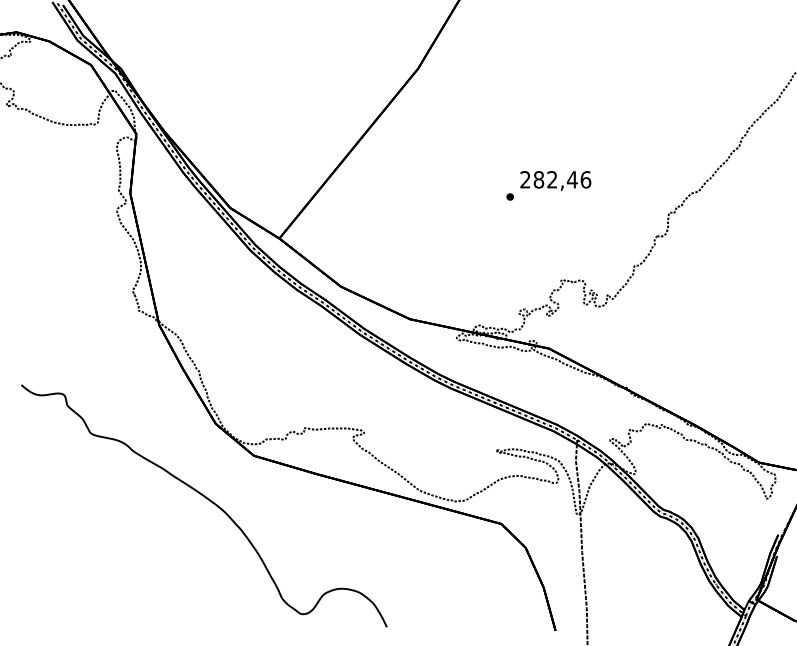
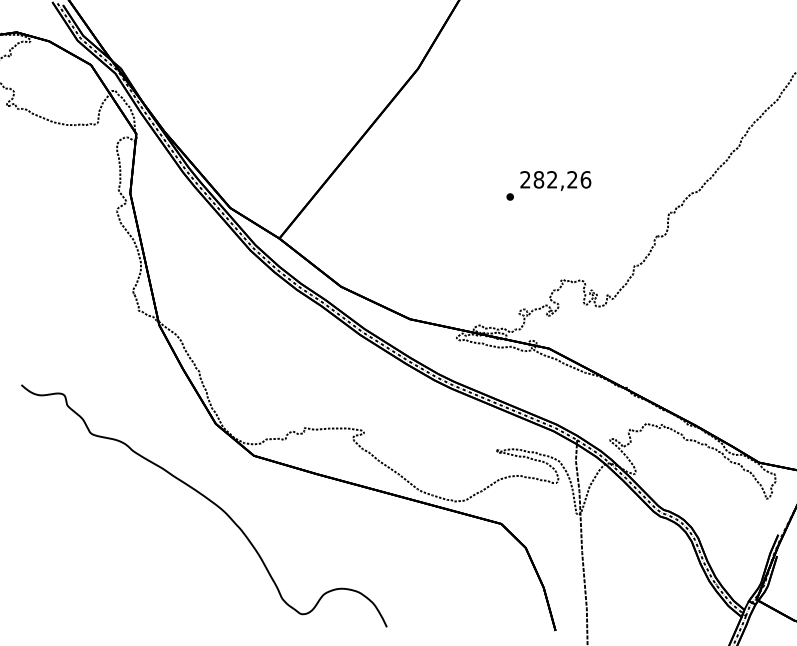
text at (571, 179): 282,46 -> 282,26
